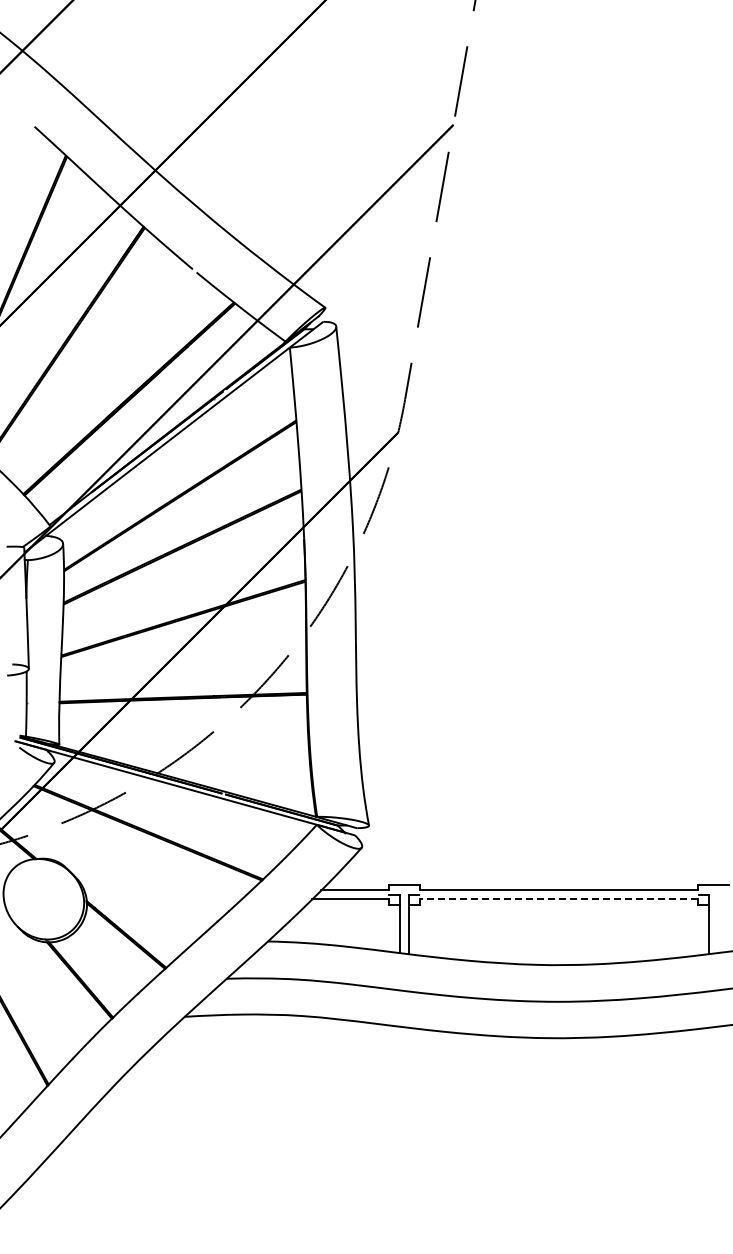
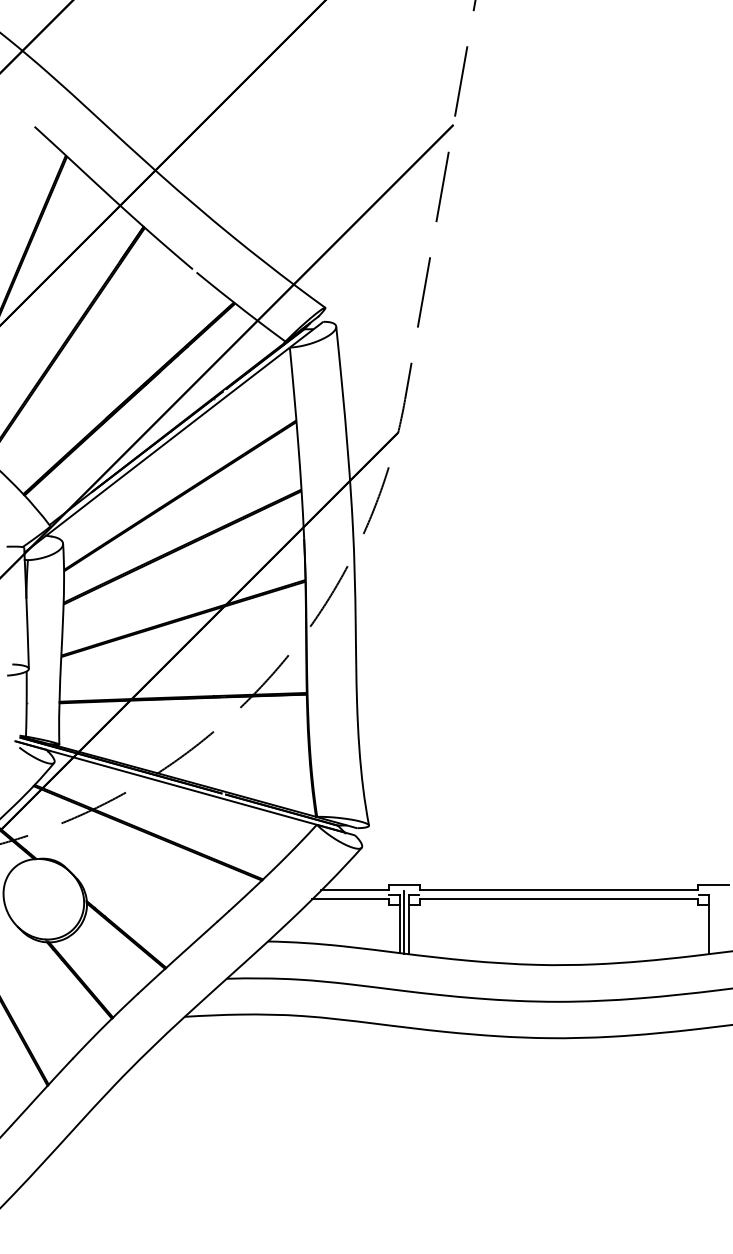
line at (558, 899): dashed -> solid
line at (404, 922): none -> present
